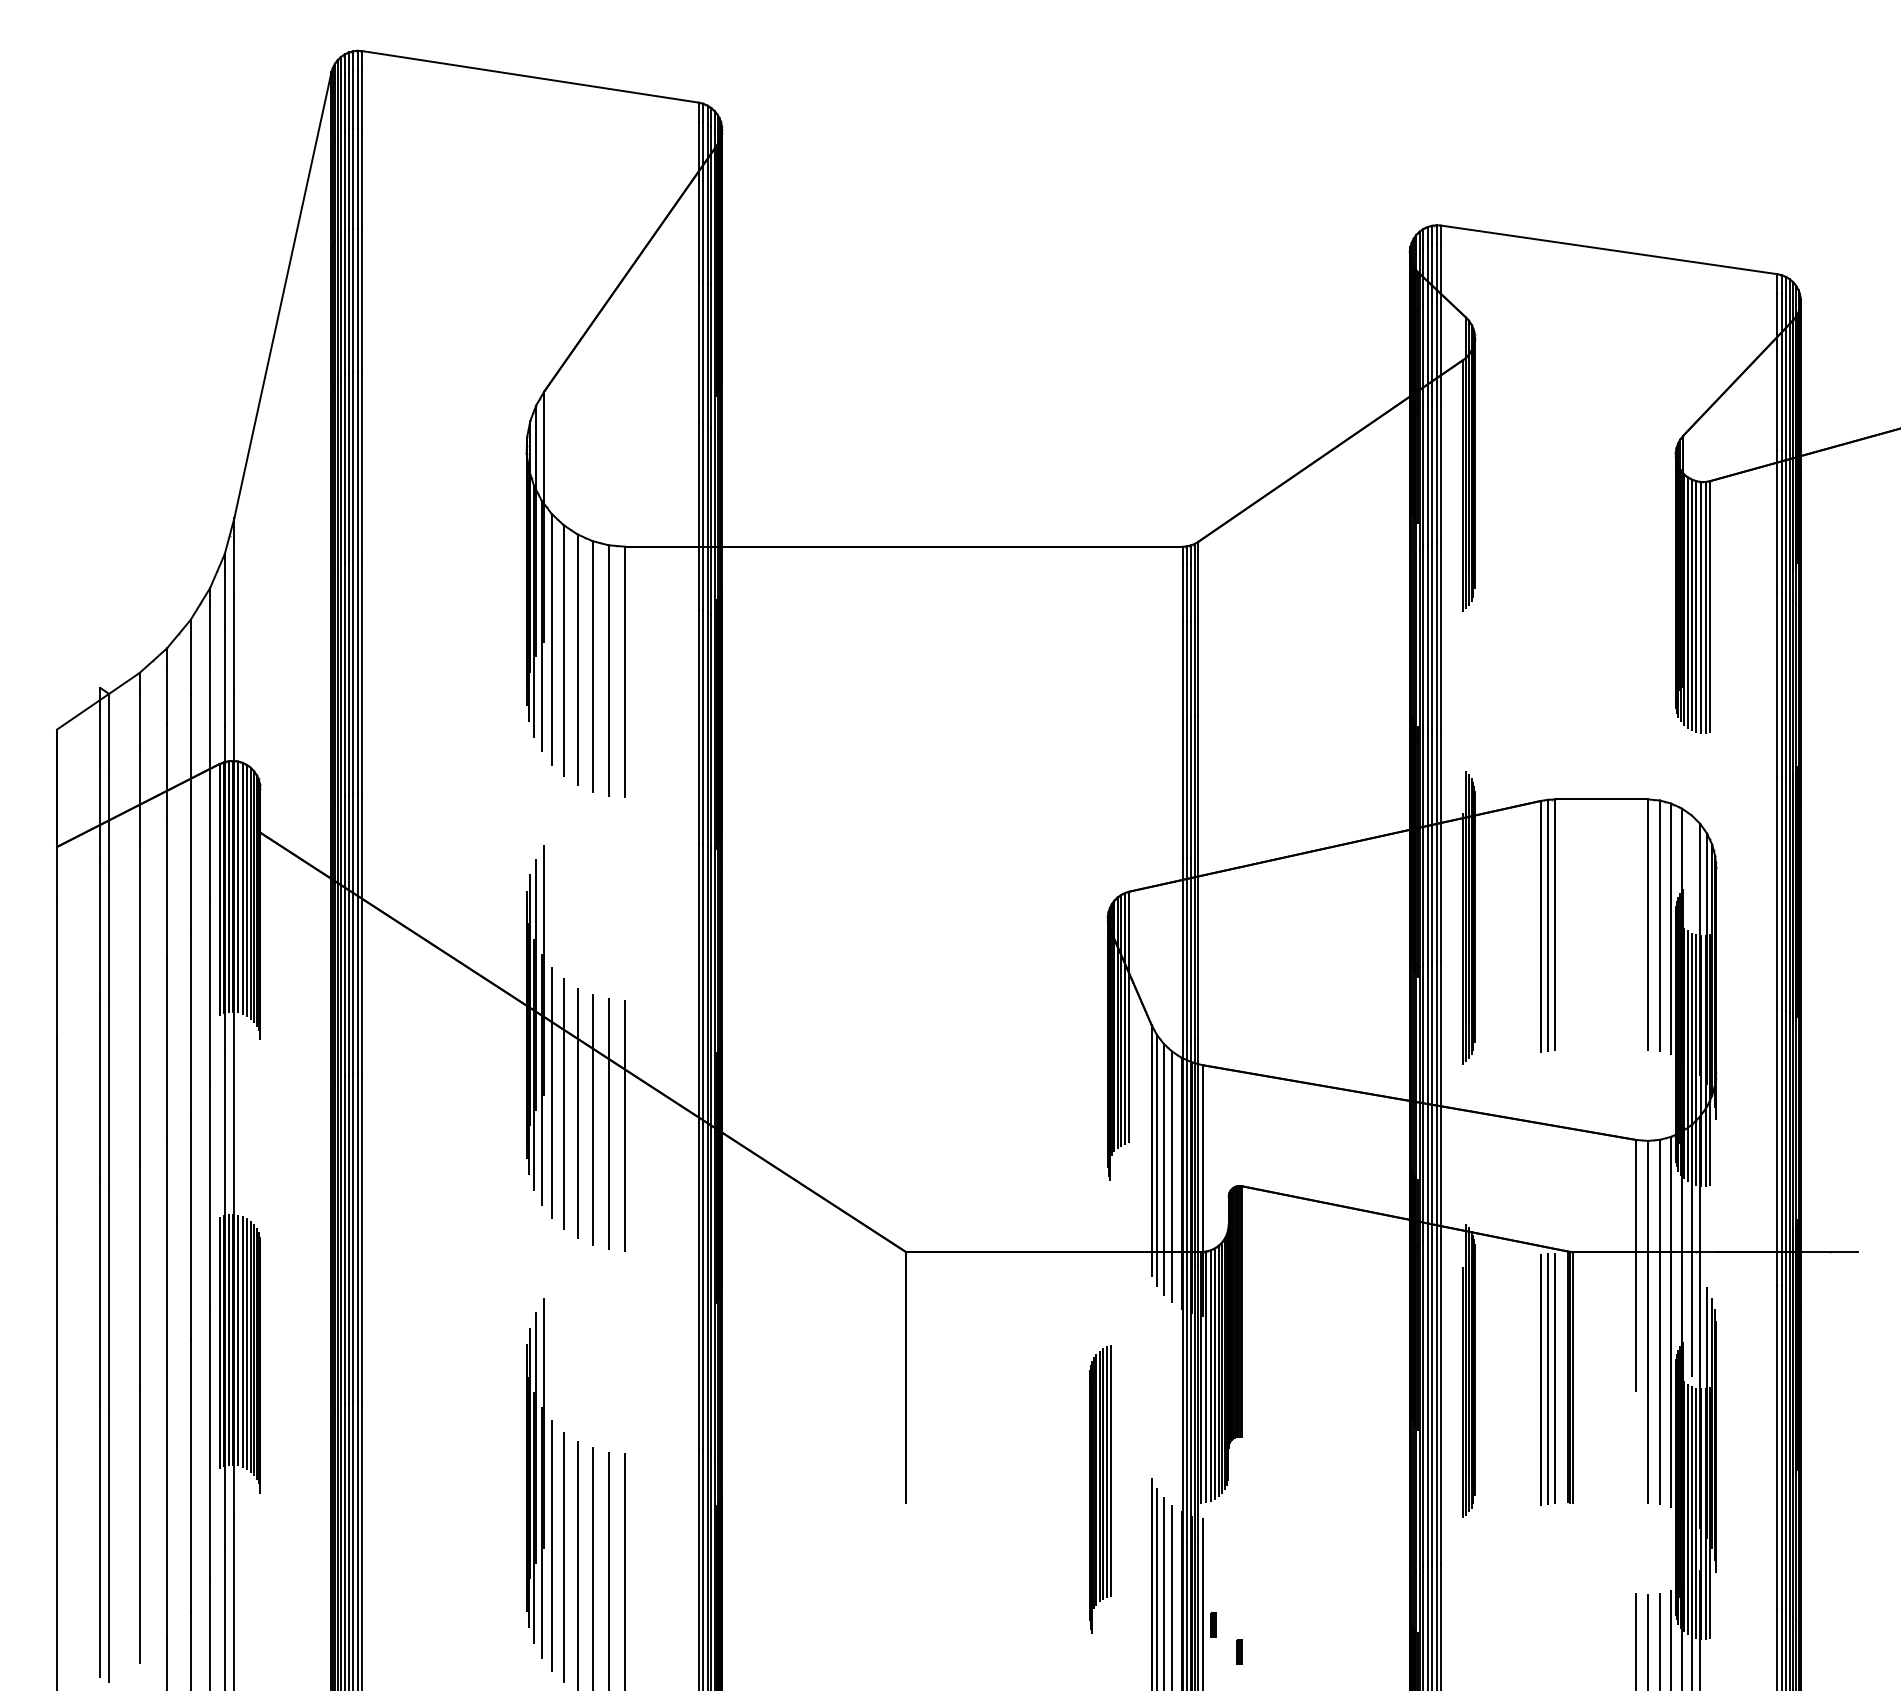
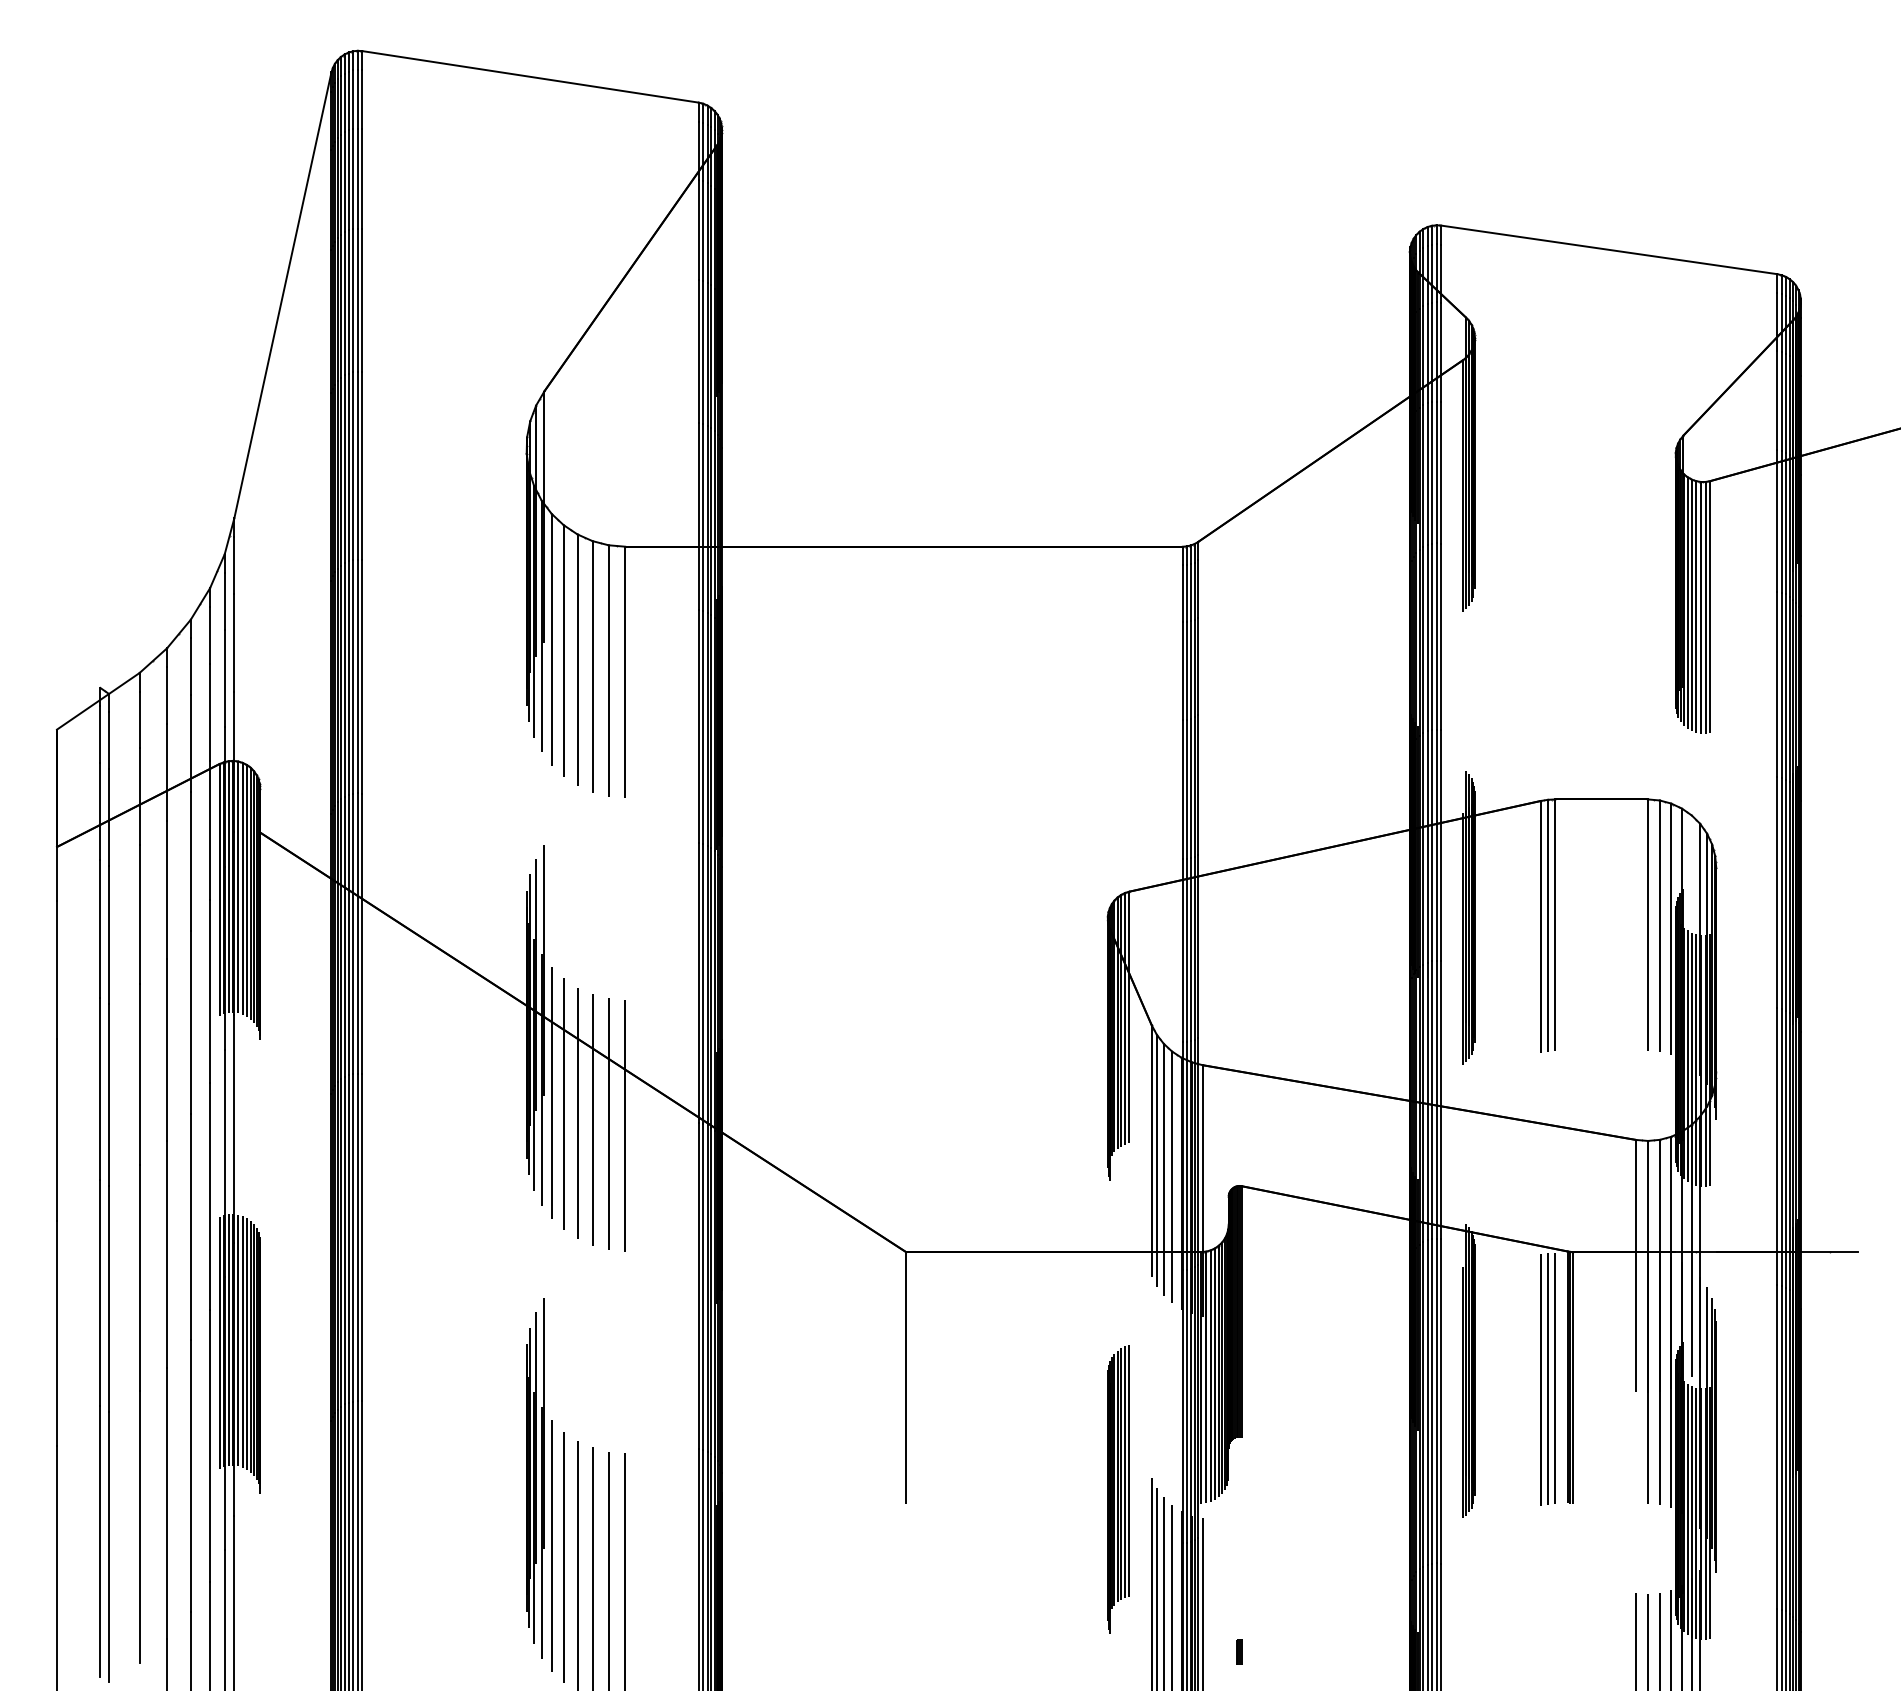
part at (1100, 1489) position: (1100, 1489) -> (1118, 1489)
part at (1213, 1624): present -> none
